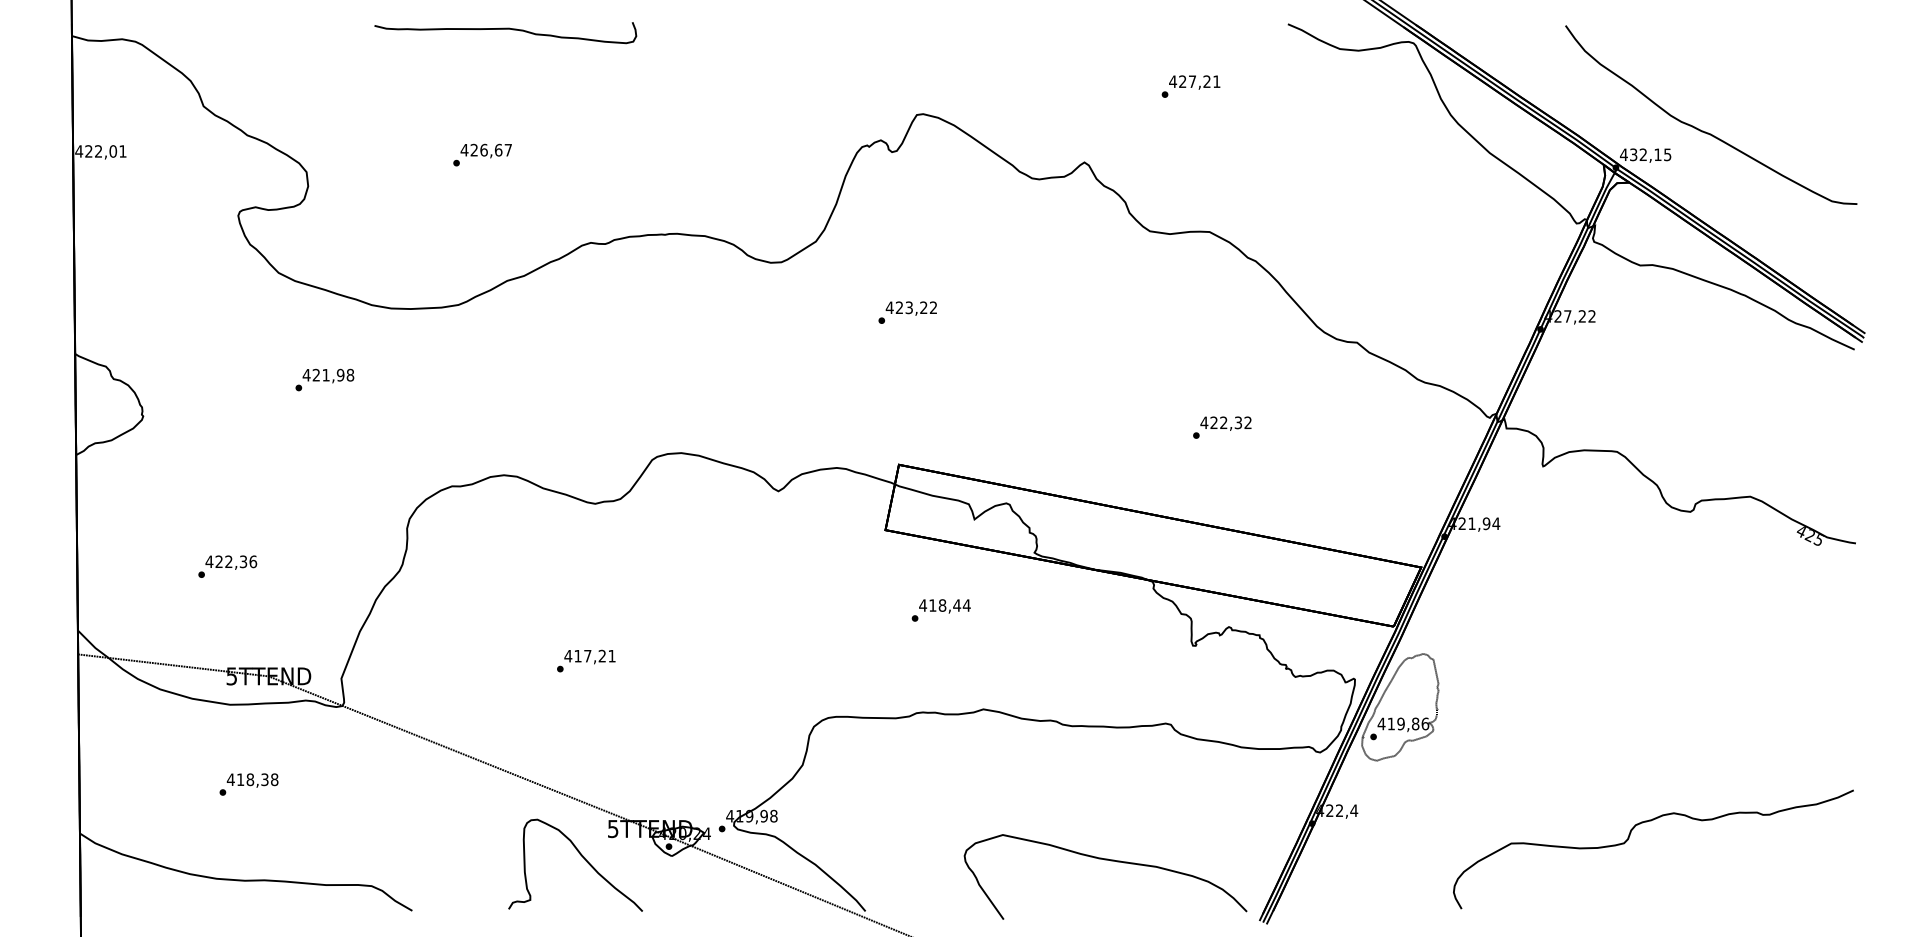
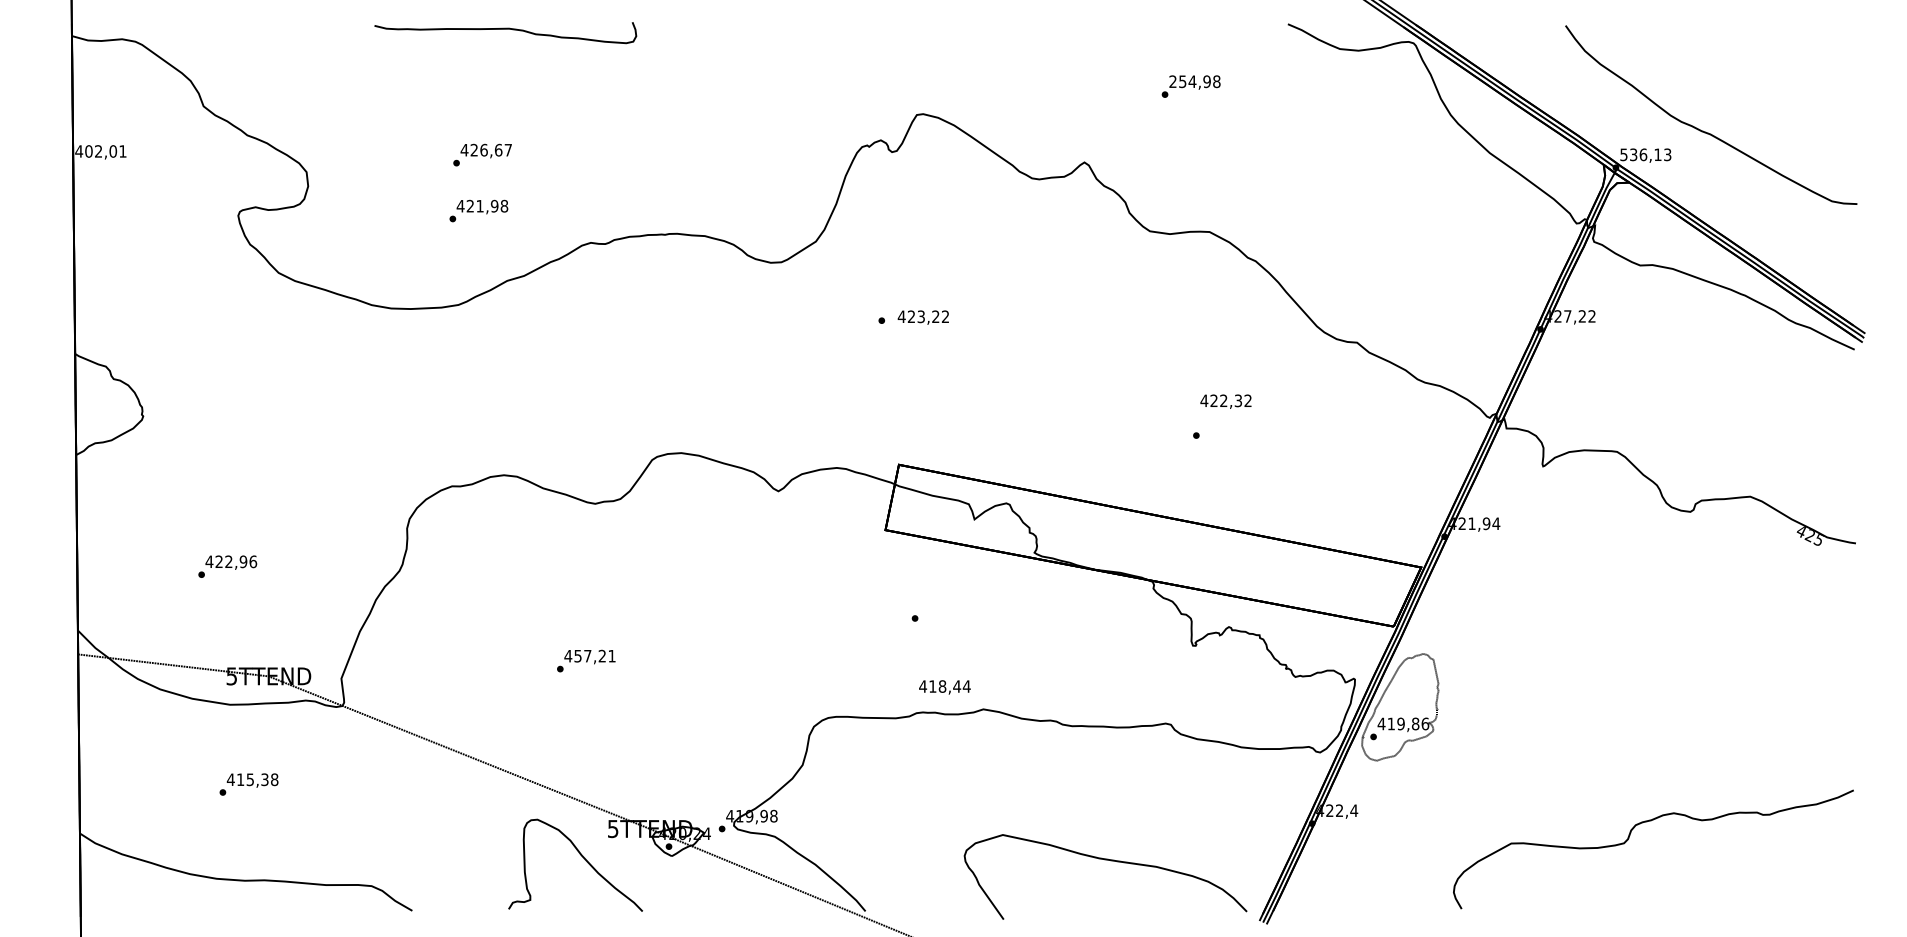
text at (1194, 81): 427,21 -> 254,98
text at (88, 151): 422,01 -> 402,01
text at (1645, 154): 432,15 -> 536,13
text at (910, 308) position: (910, 308) -> (922, 317)
text at (324, 379) position: (324, 379) -> (478, 210)
text at (1225, 423) position: (1225, 423) -> (1225, 401)
text at (243, 561): 422,36 -> 422,96
text at (944, 606) position: (944, 606) -> (944, 687)
text at (577, 656): 417,21 -> 457,21
text at (250, 779): 418,38 -> 415,38
